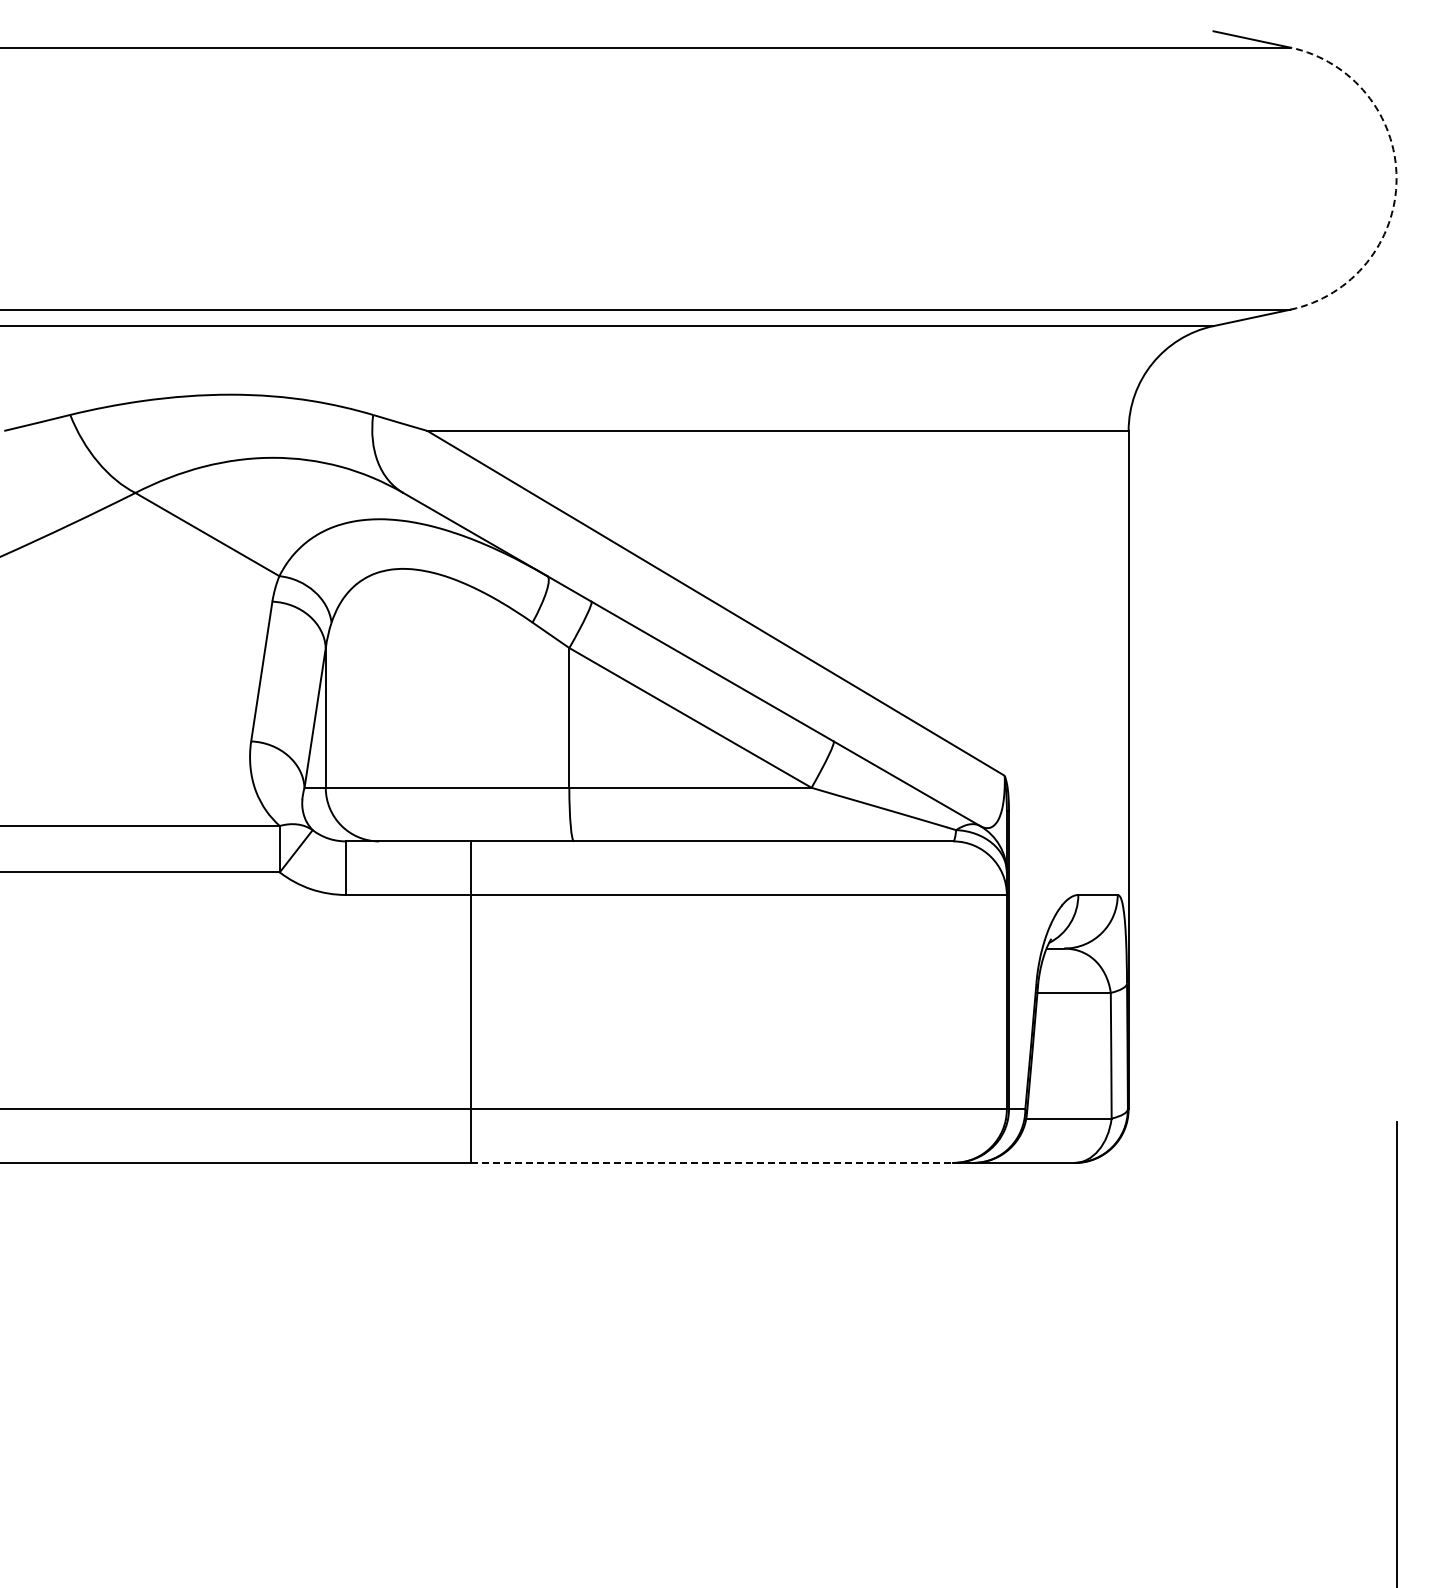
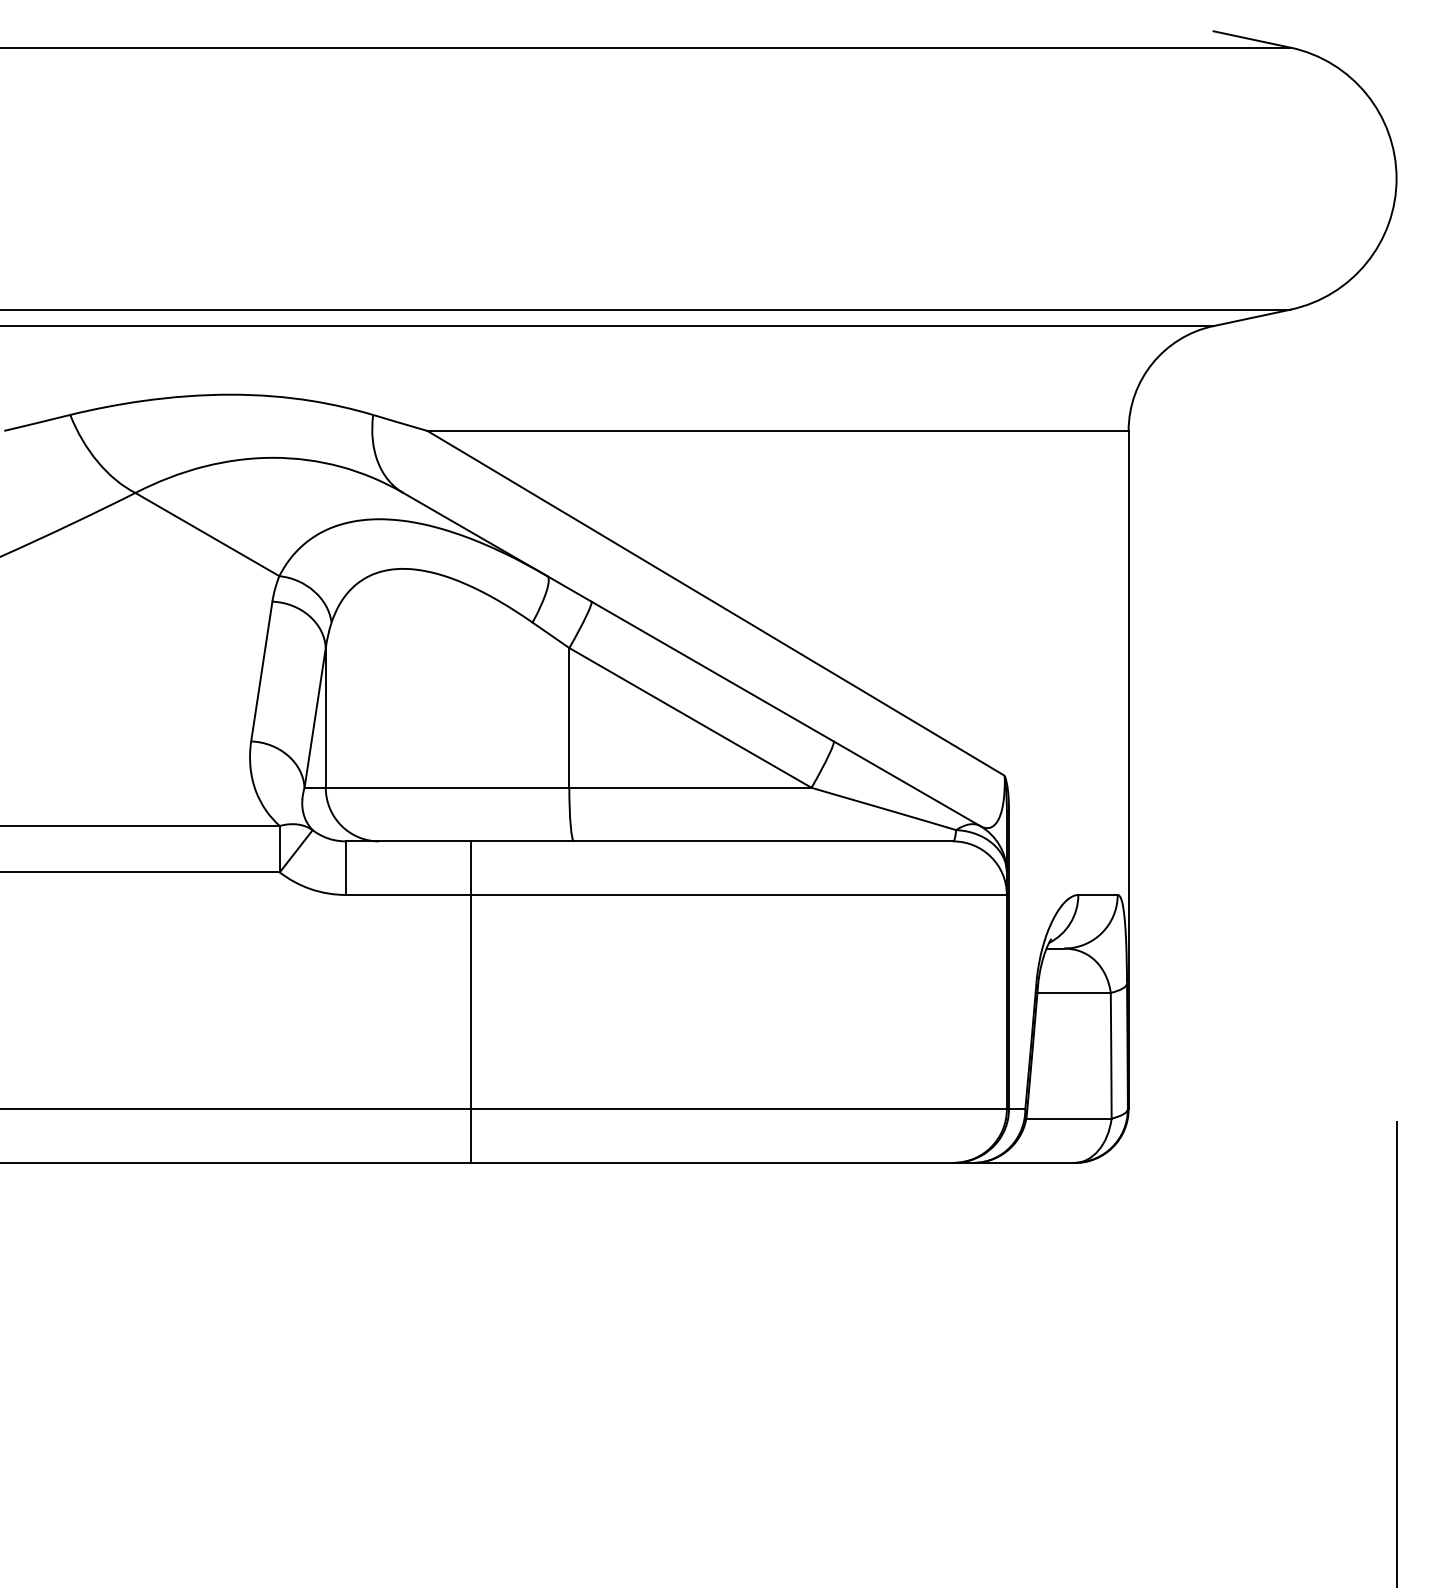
arc at (1396, 178): dashed -> solid
line at (712, 1162): dashed -> solid
